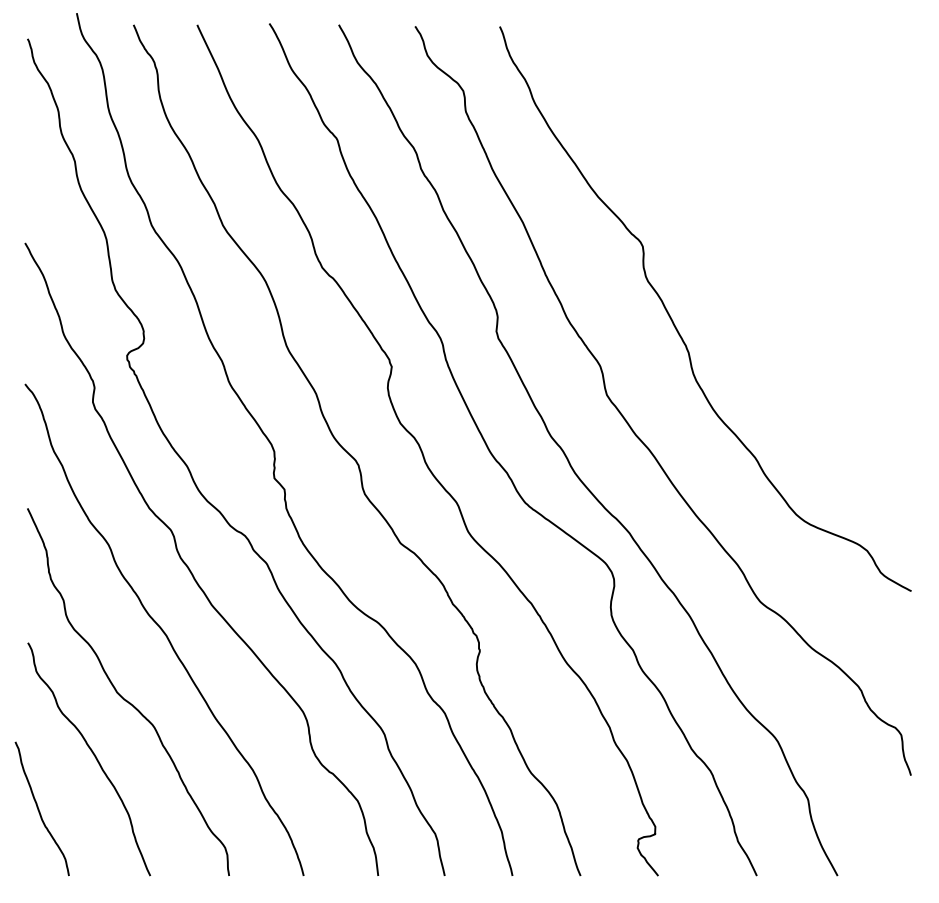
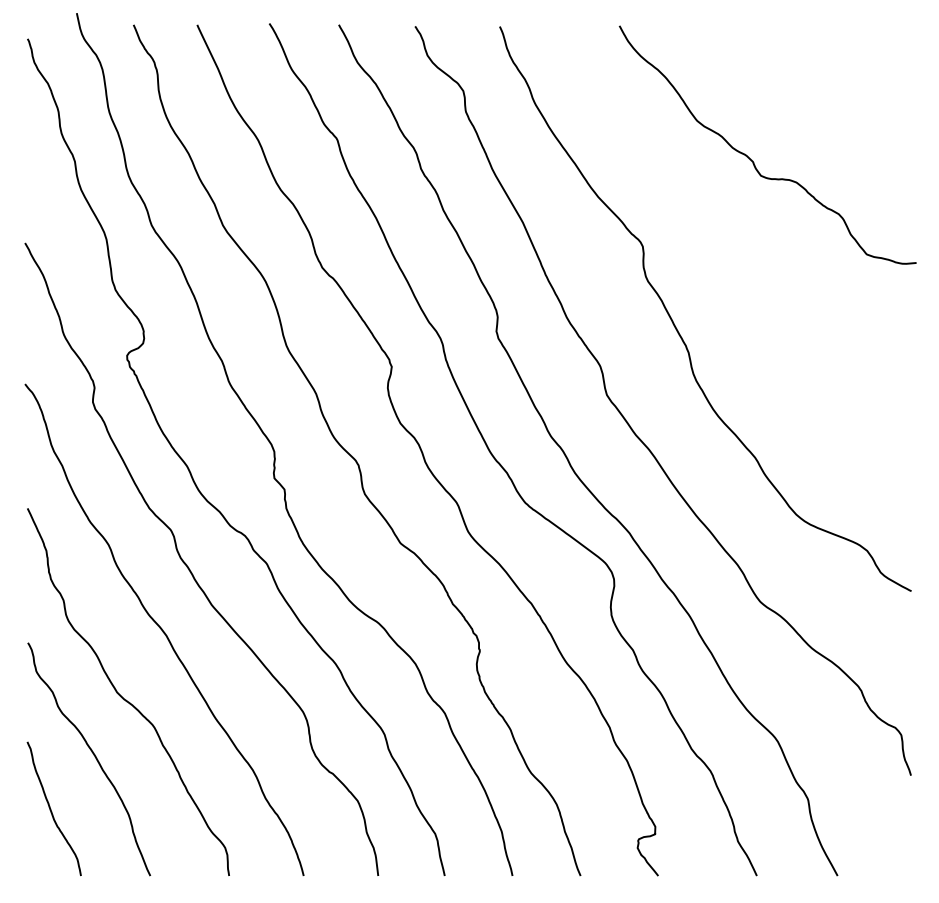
curve at (751, 159): none -> present
curve at (39, 809) position: (39, 809) -> (51, 809)
